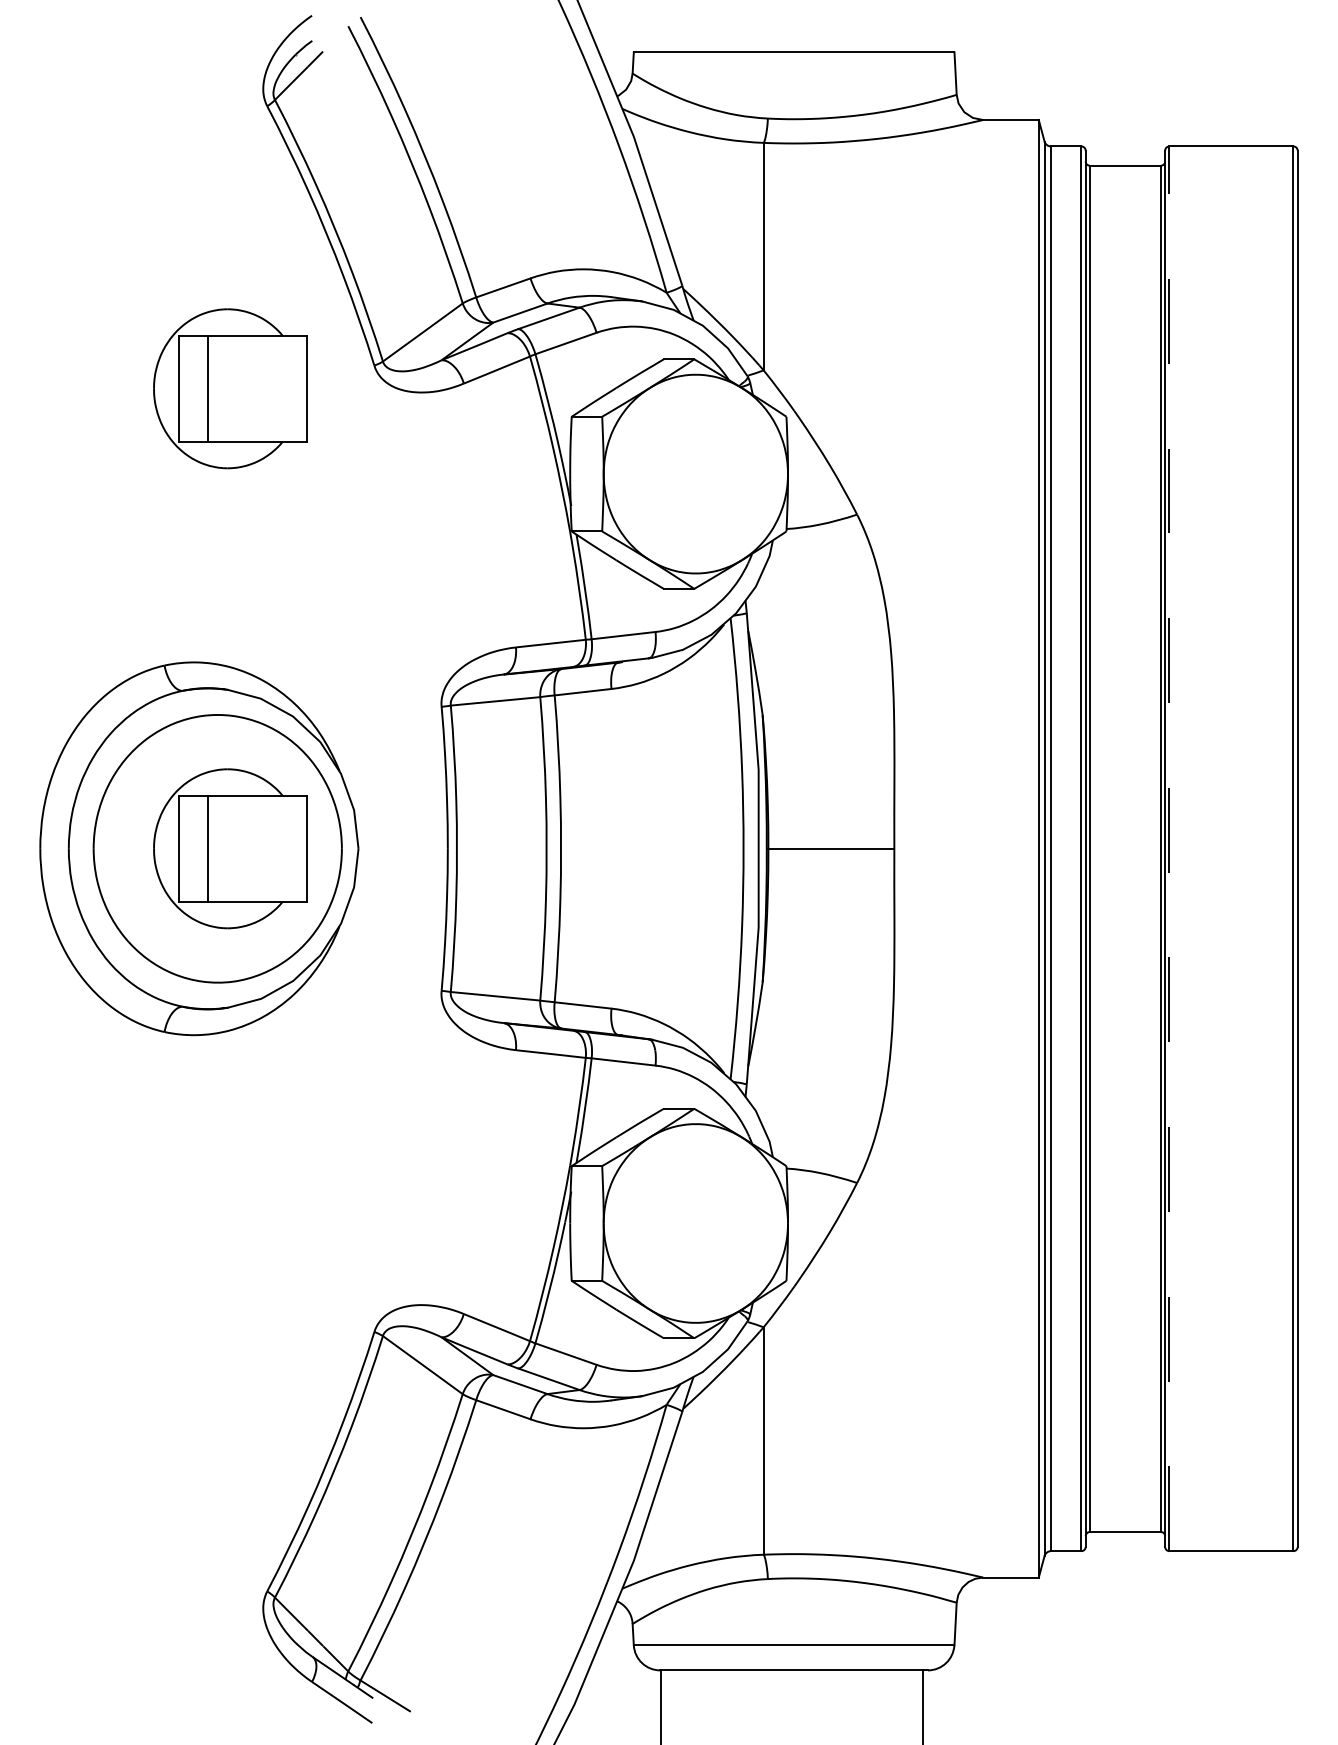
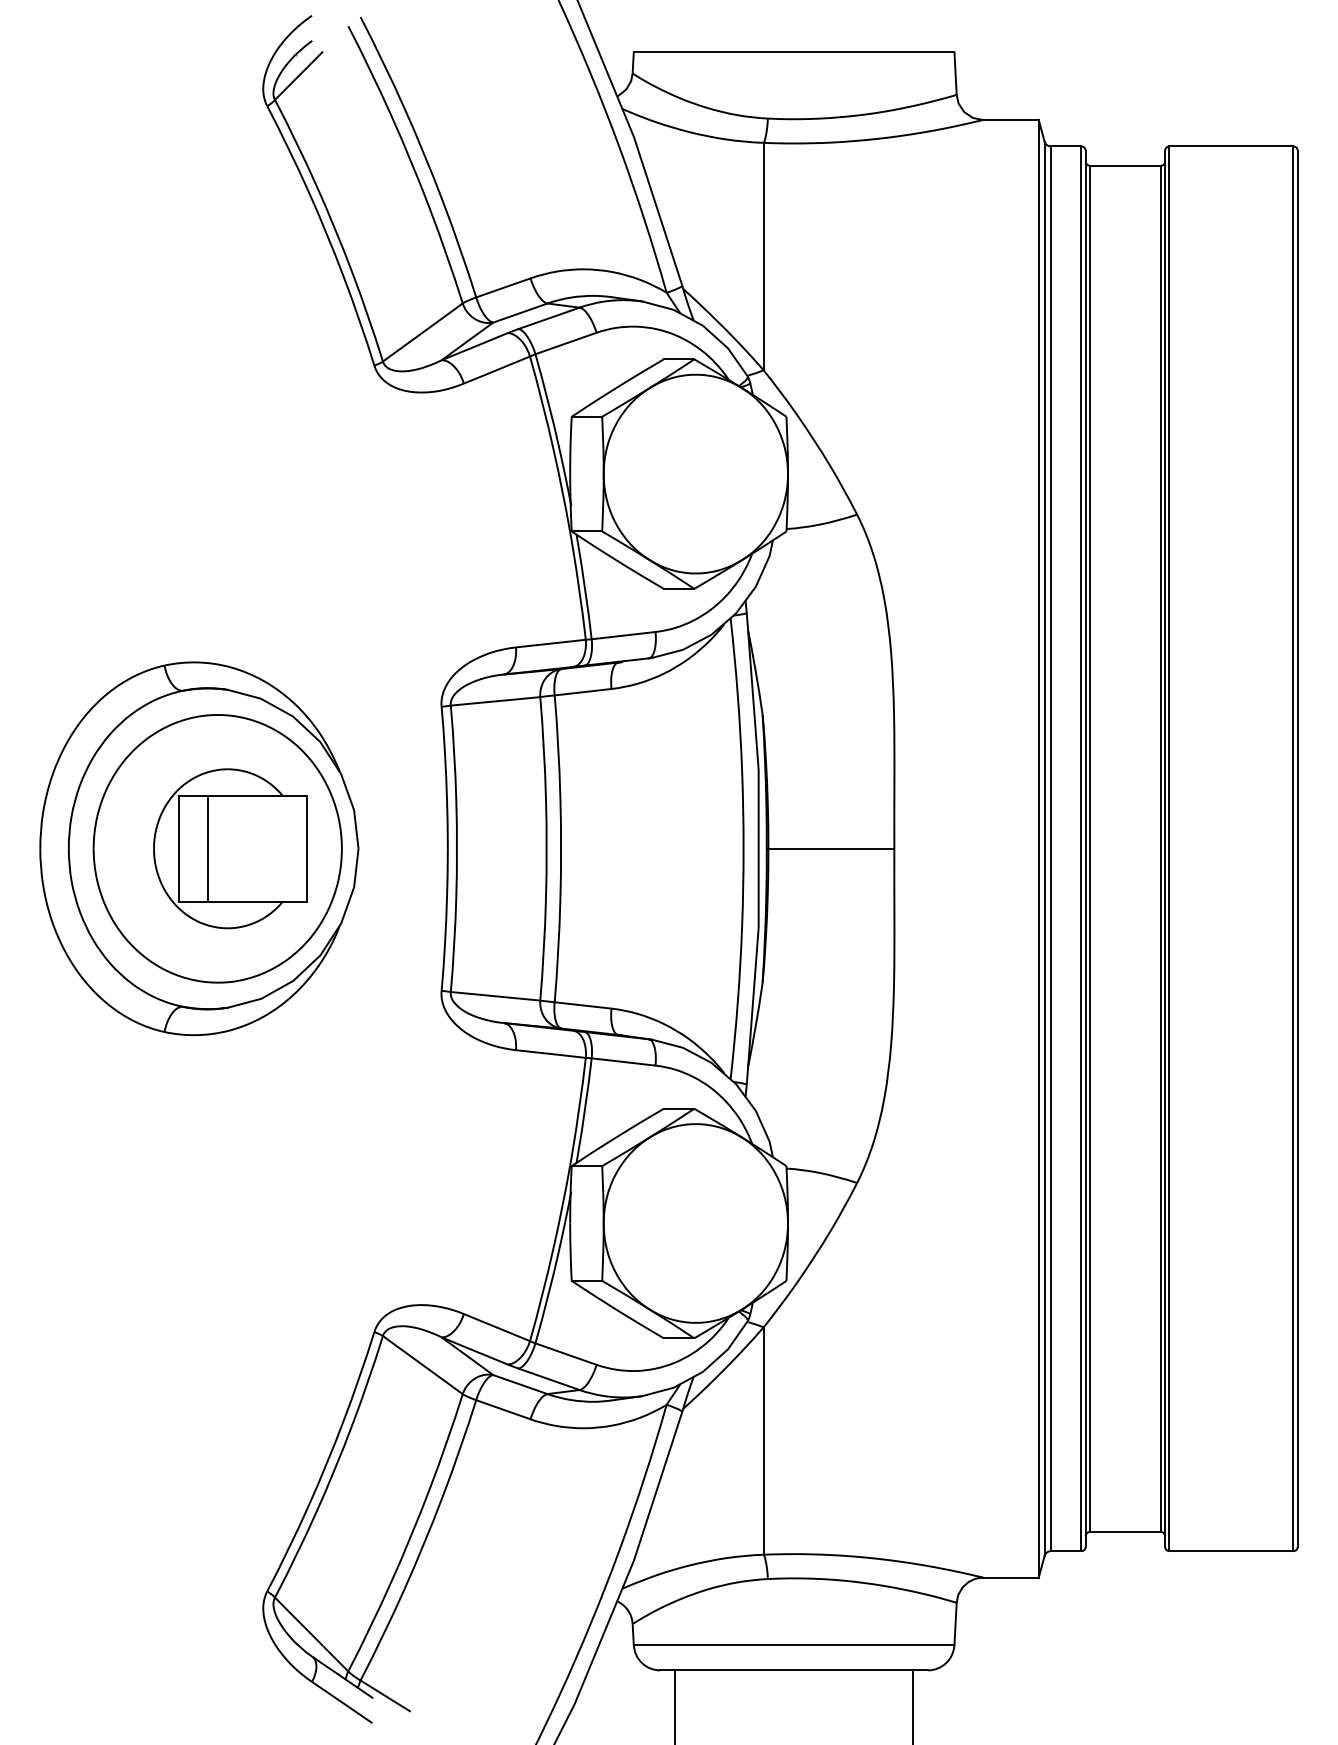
part at (230, 388): present -> none
line at (1169, 848): dashed -> solid
line at (661, 1705) position: (661, 1705) -> (675, 1705)
line at (922, 1705) position: (922, 1705) -> (912, 1705)
